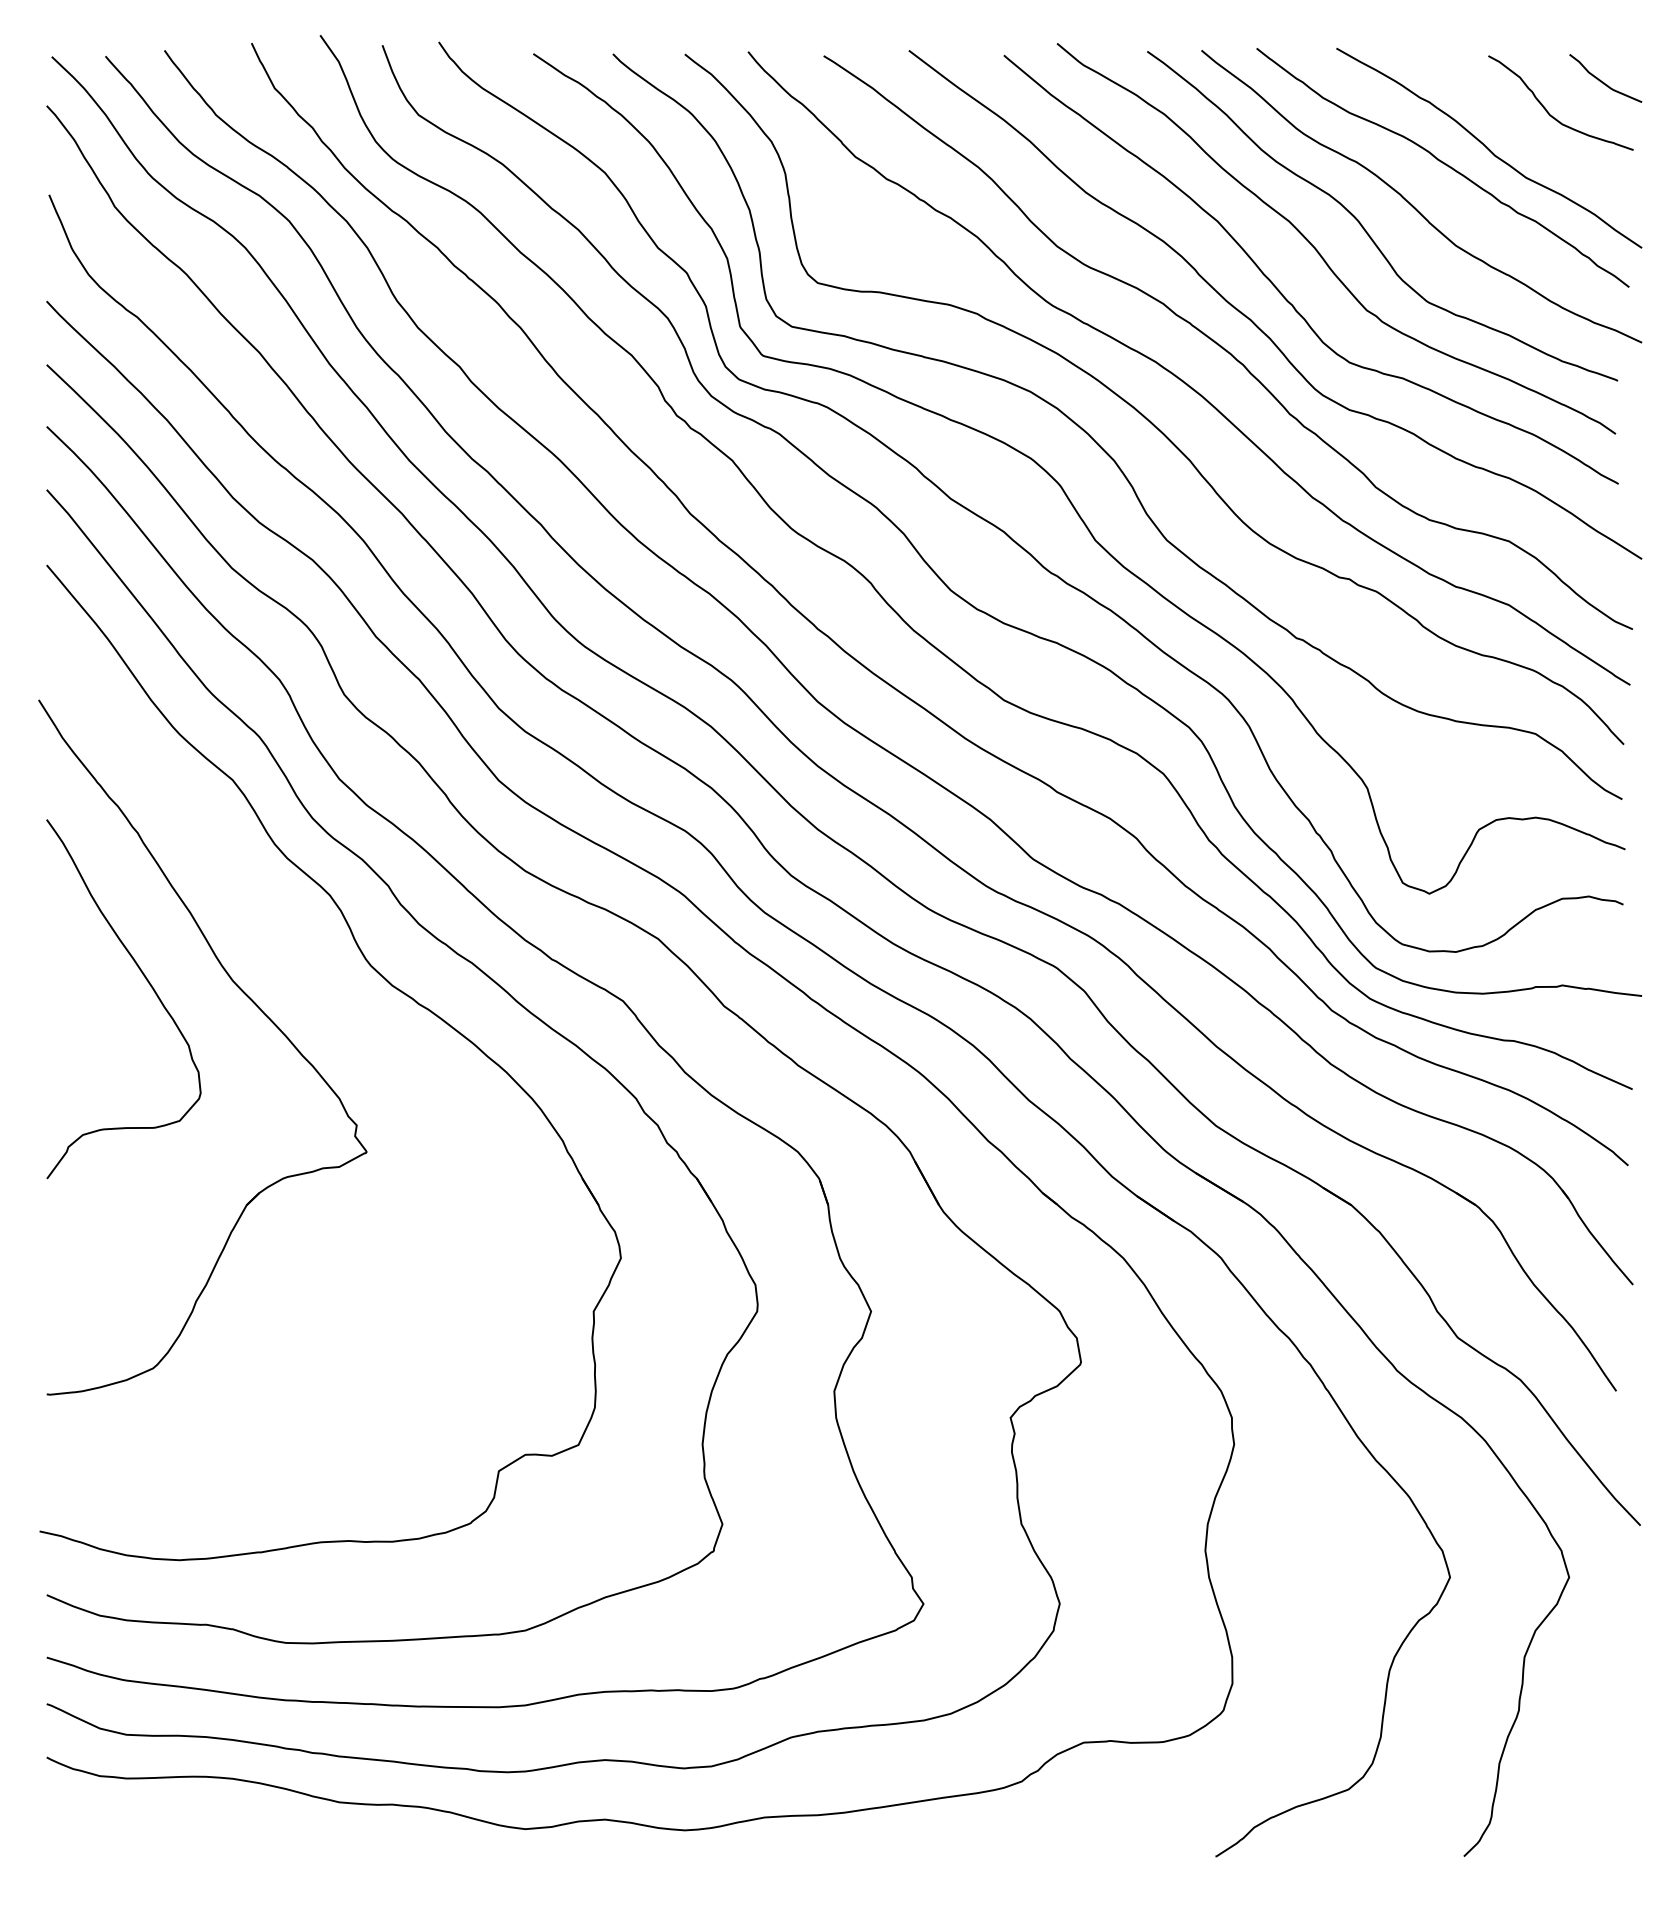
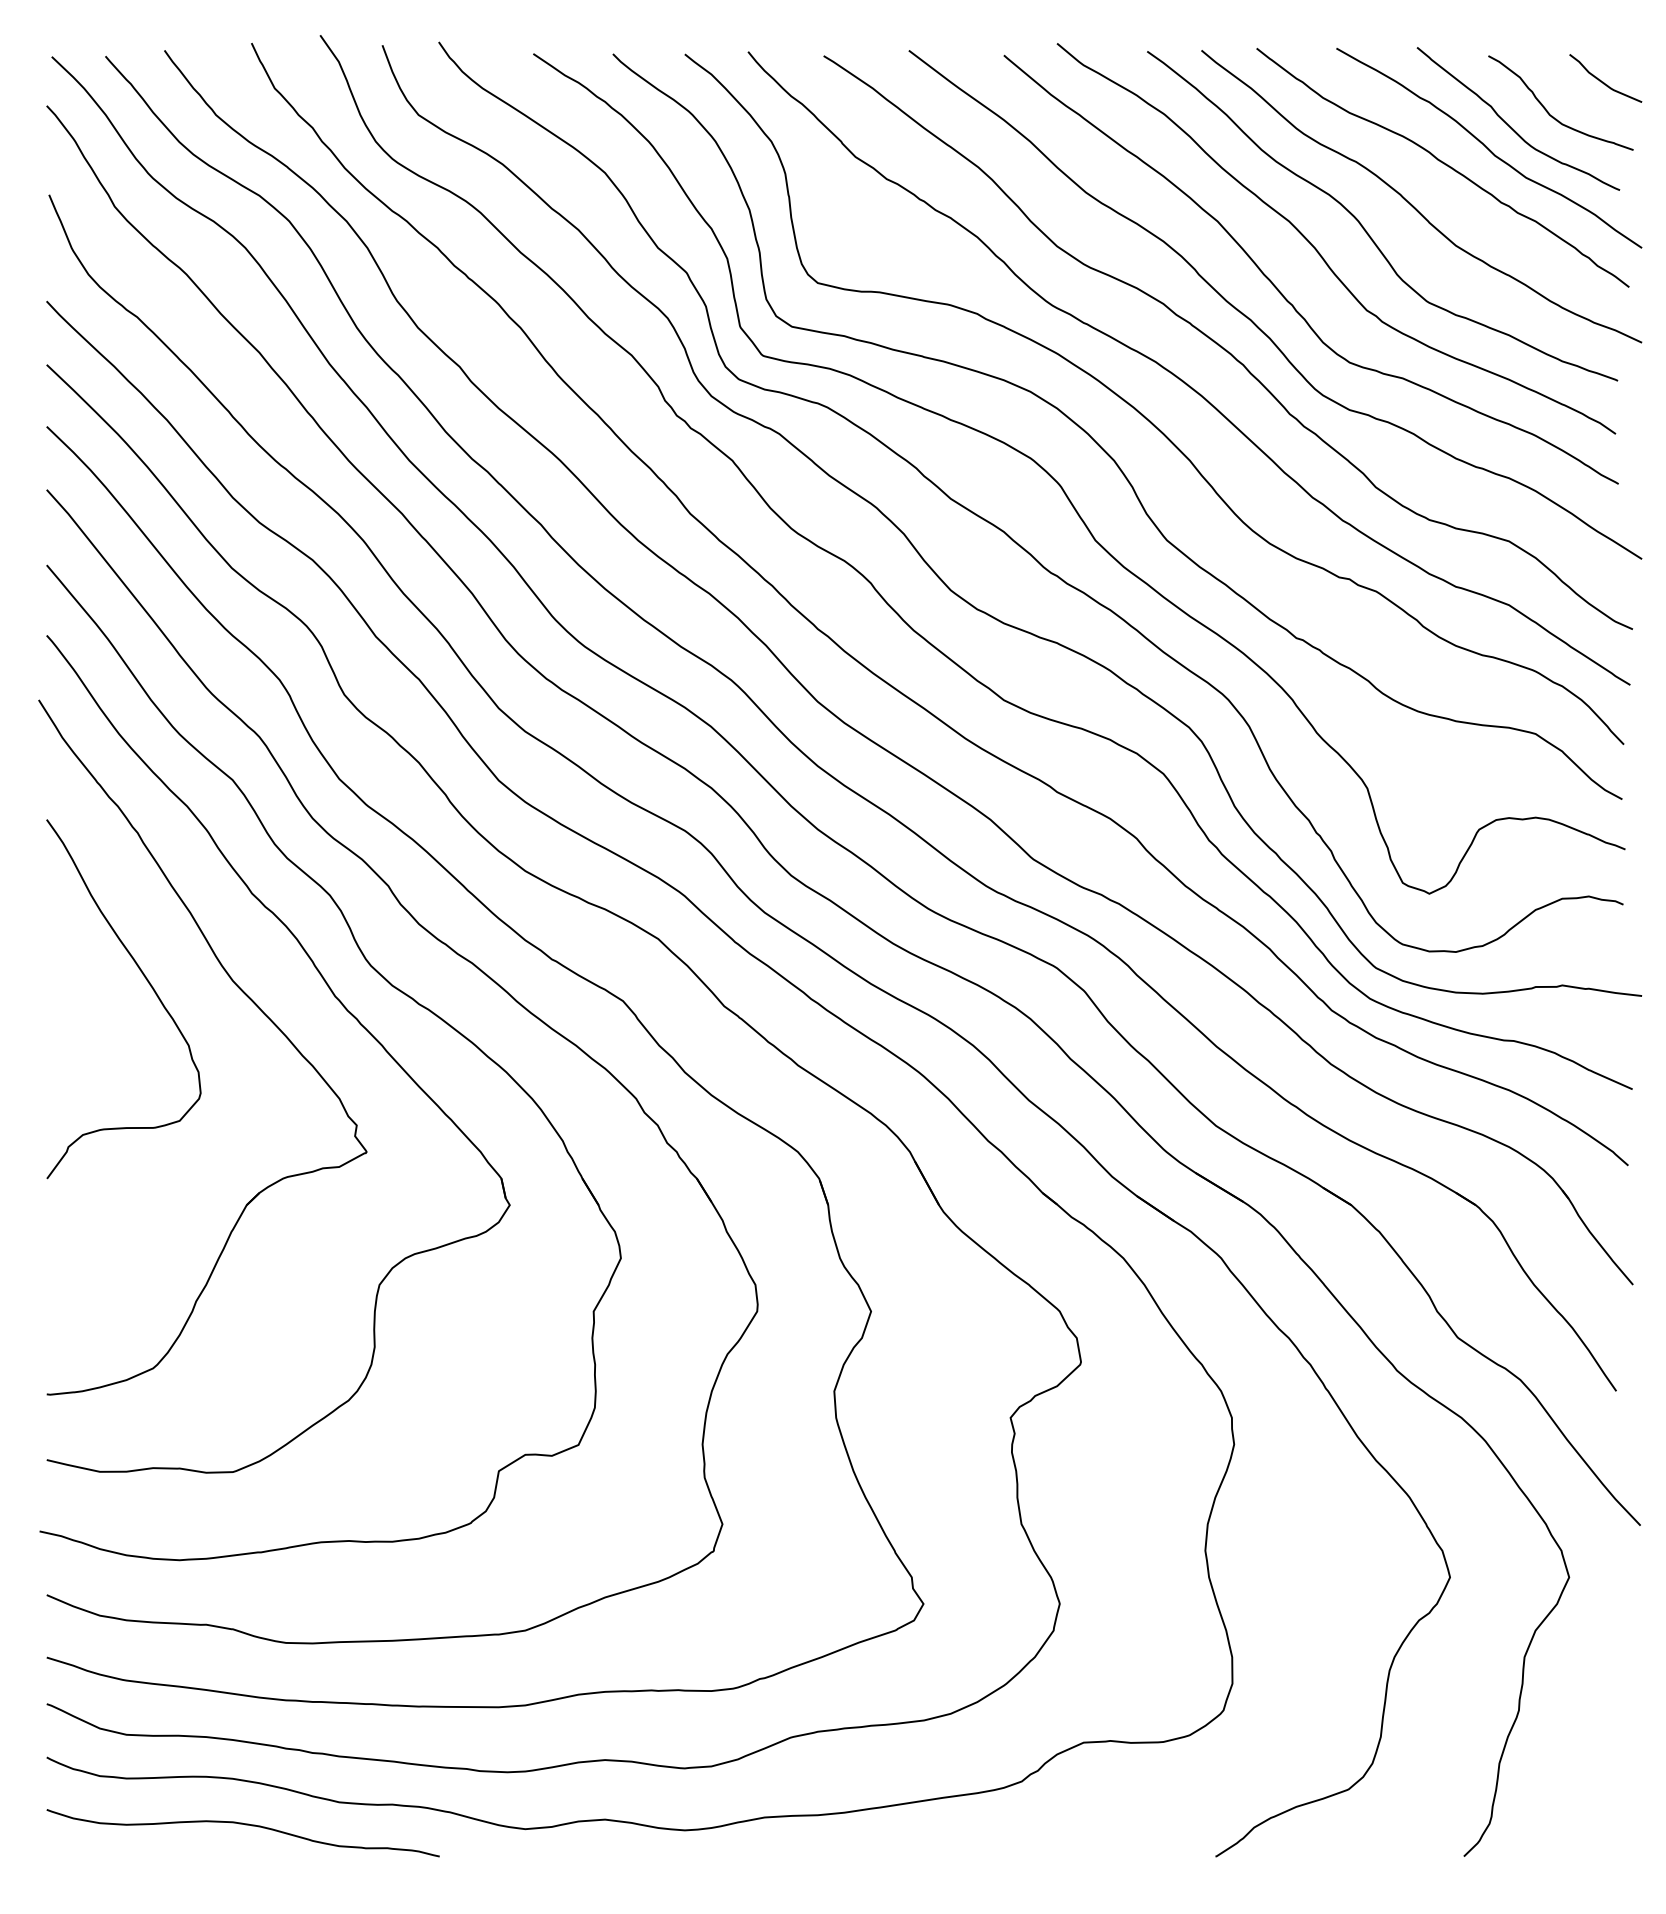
curve at (1512, 127): none -> present
part at (334, 997): none -> present
curve at (245, 1825): none -> present
